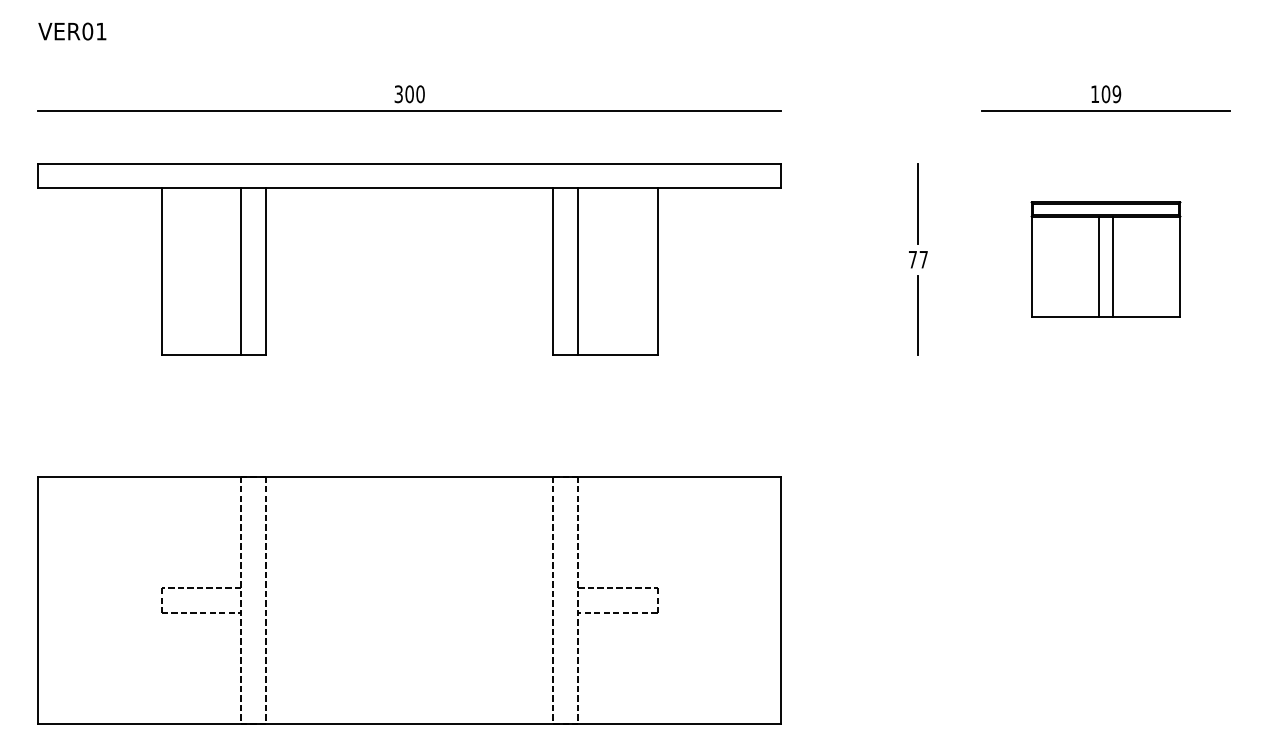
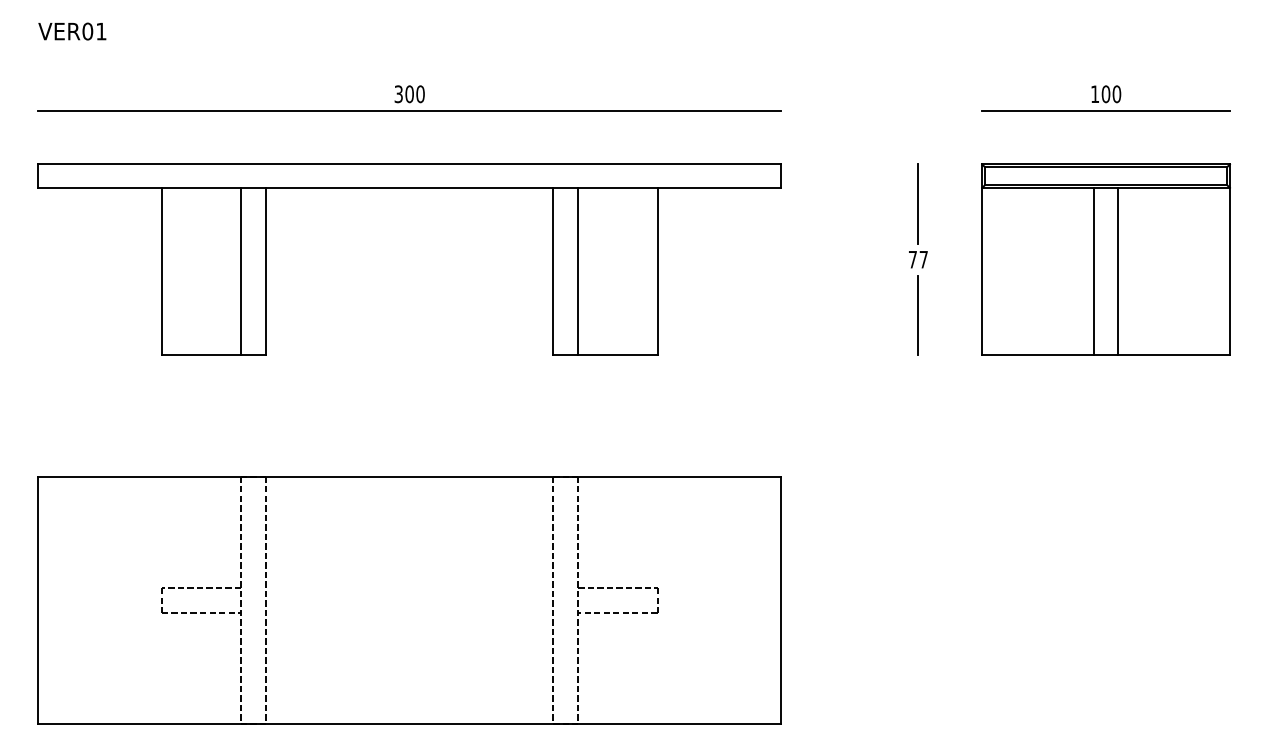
text at (1116, 94): 109 -> 100
part at (1105, 259) size: 152x117 px -> 250x193 px
